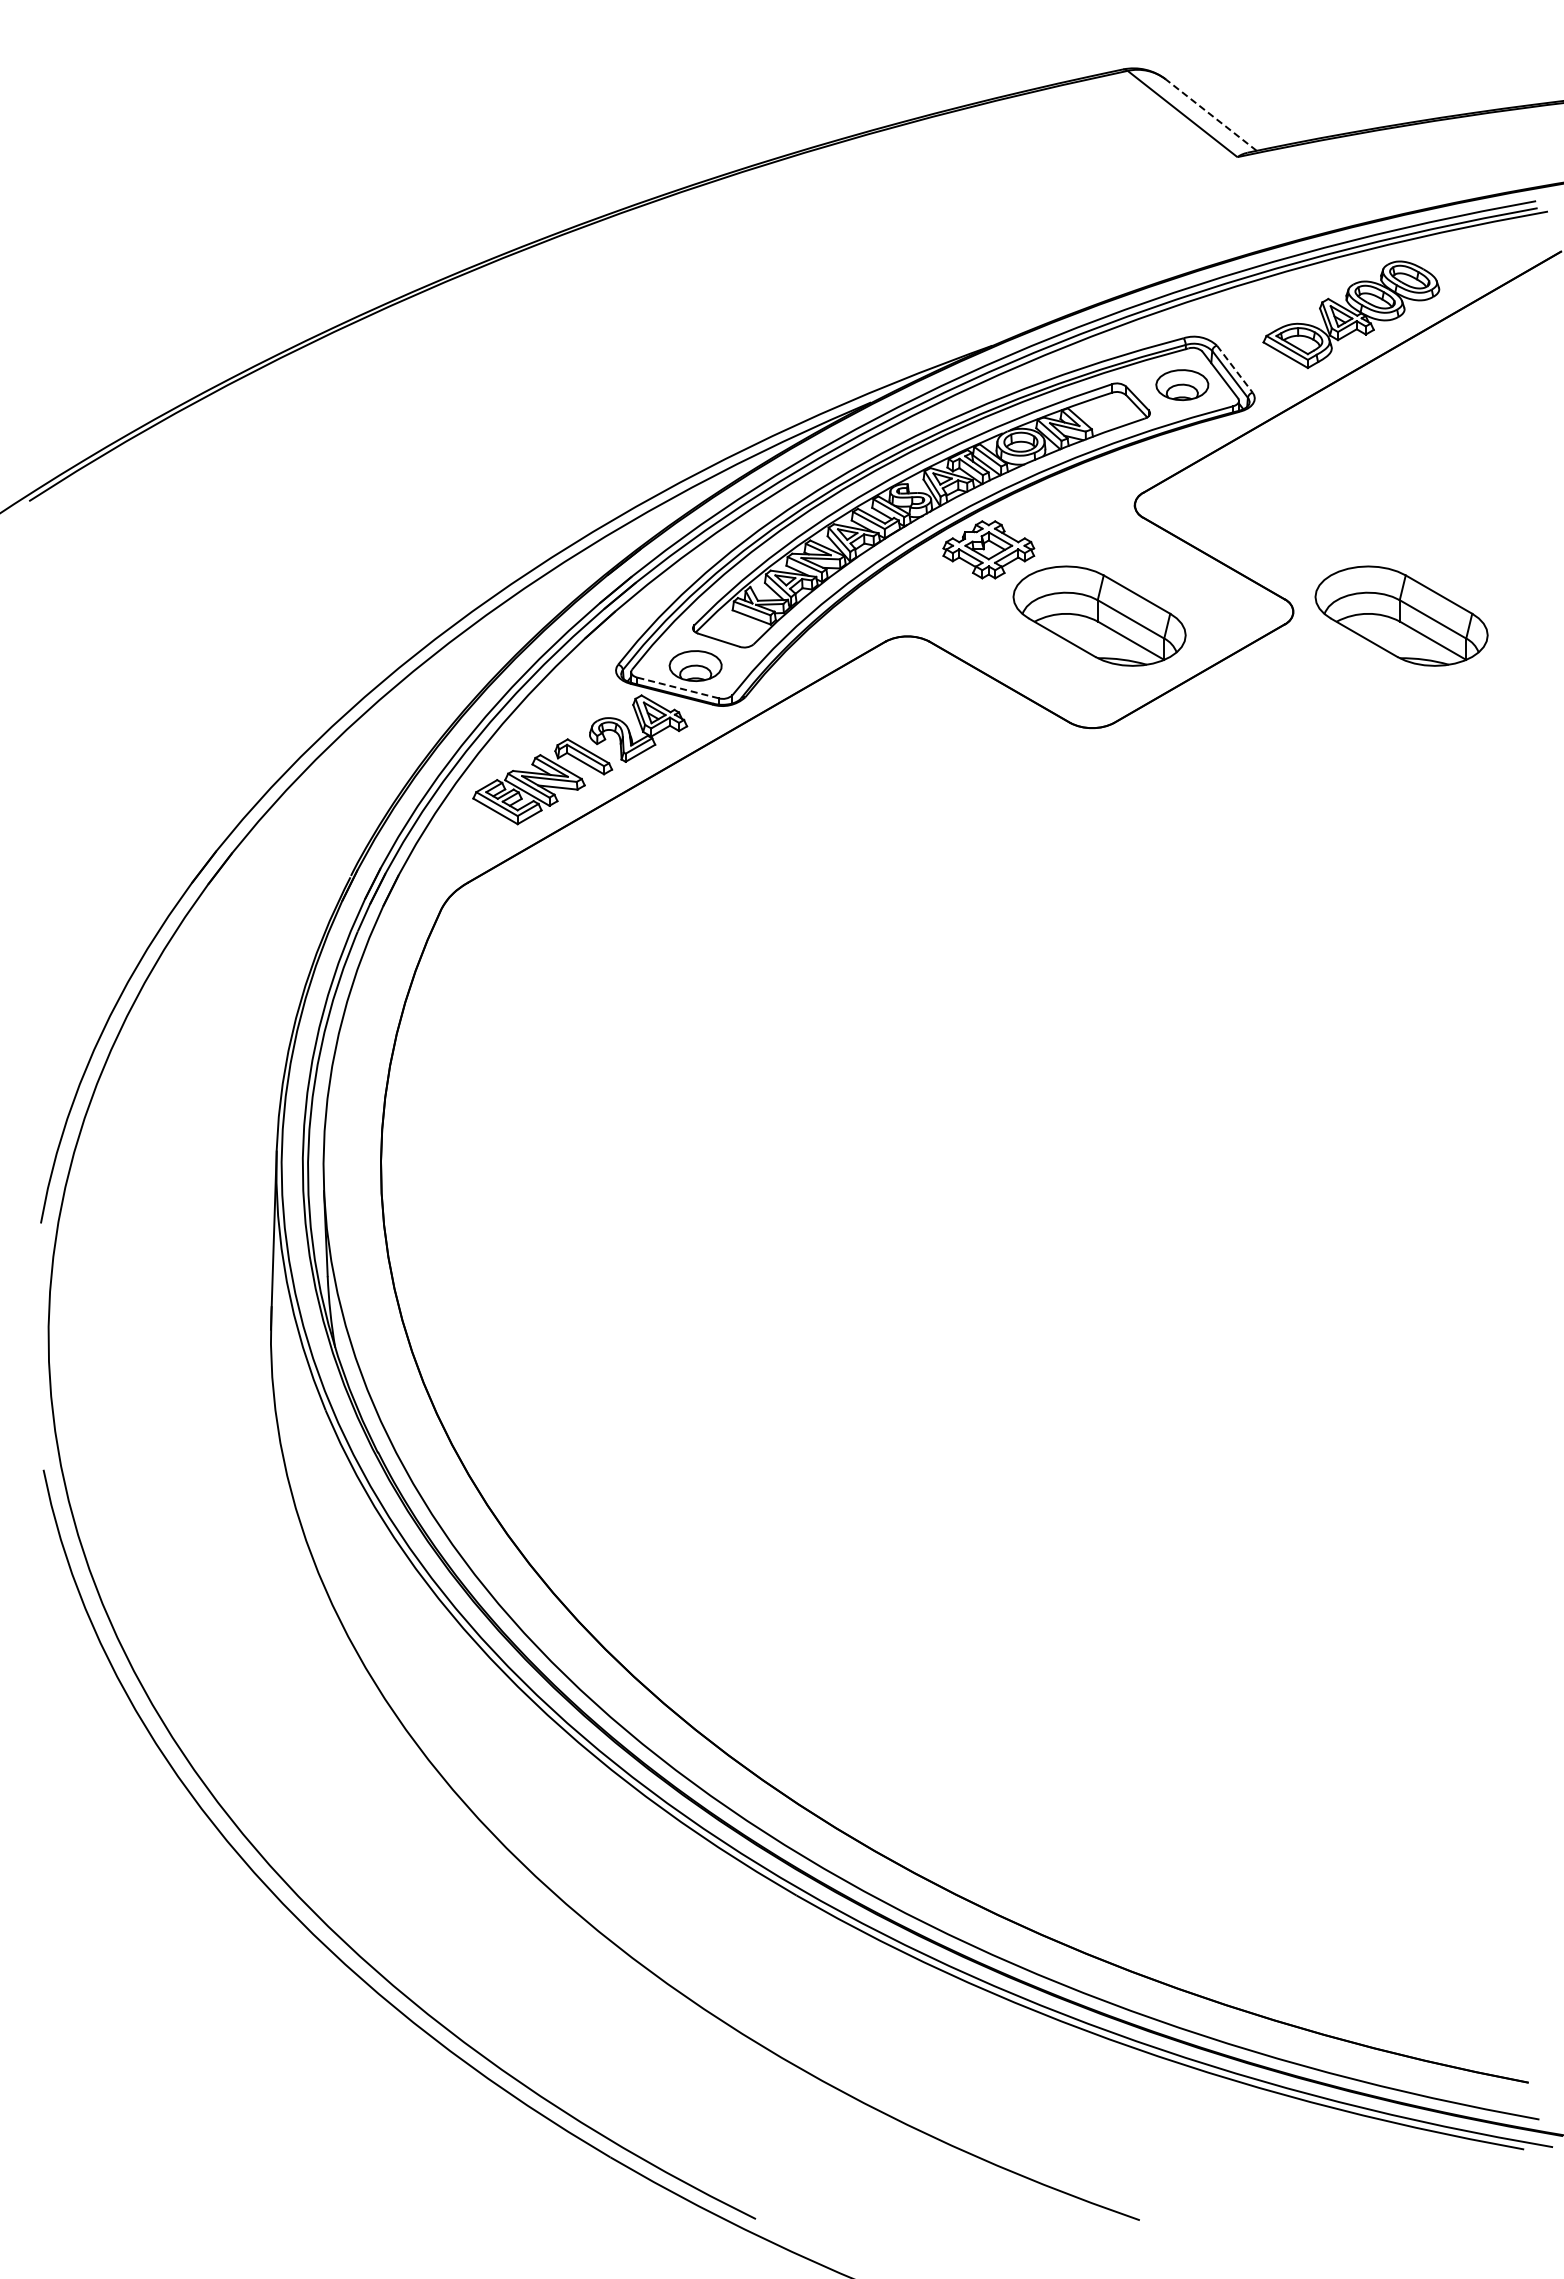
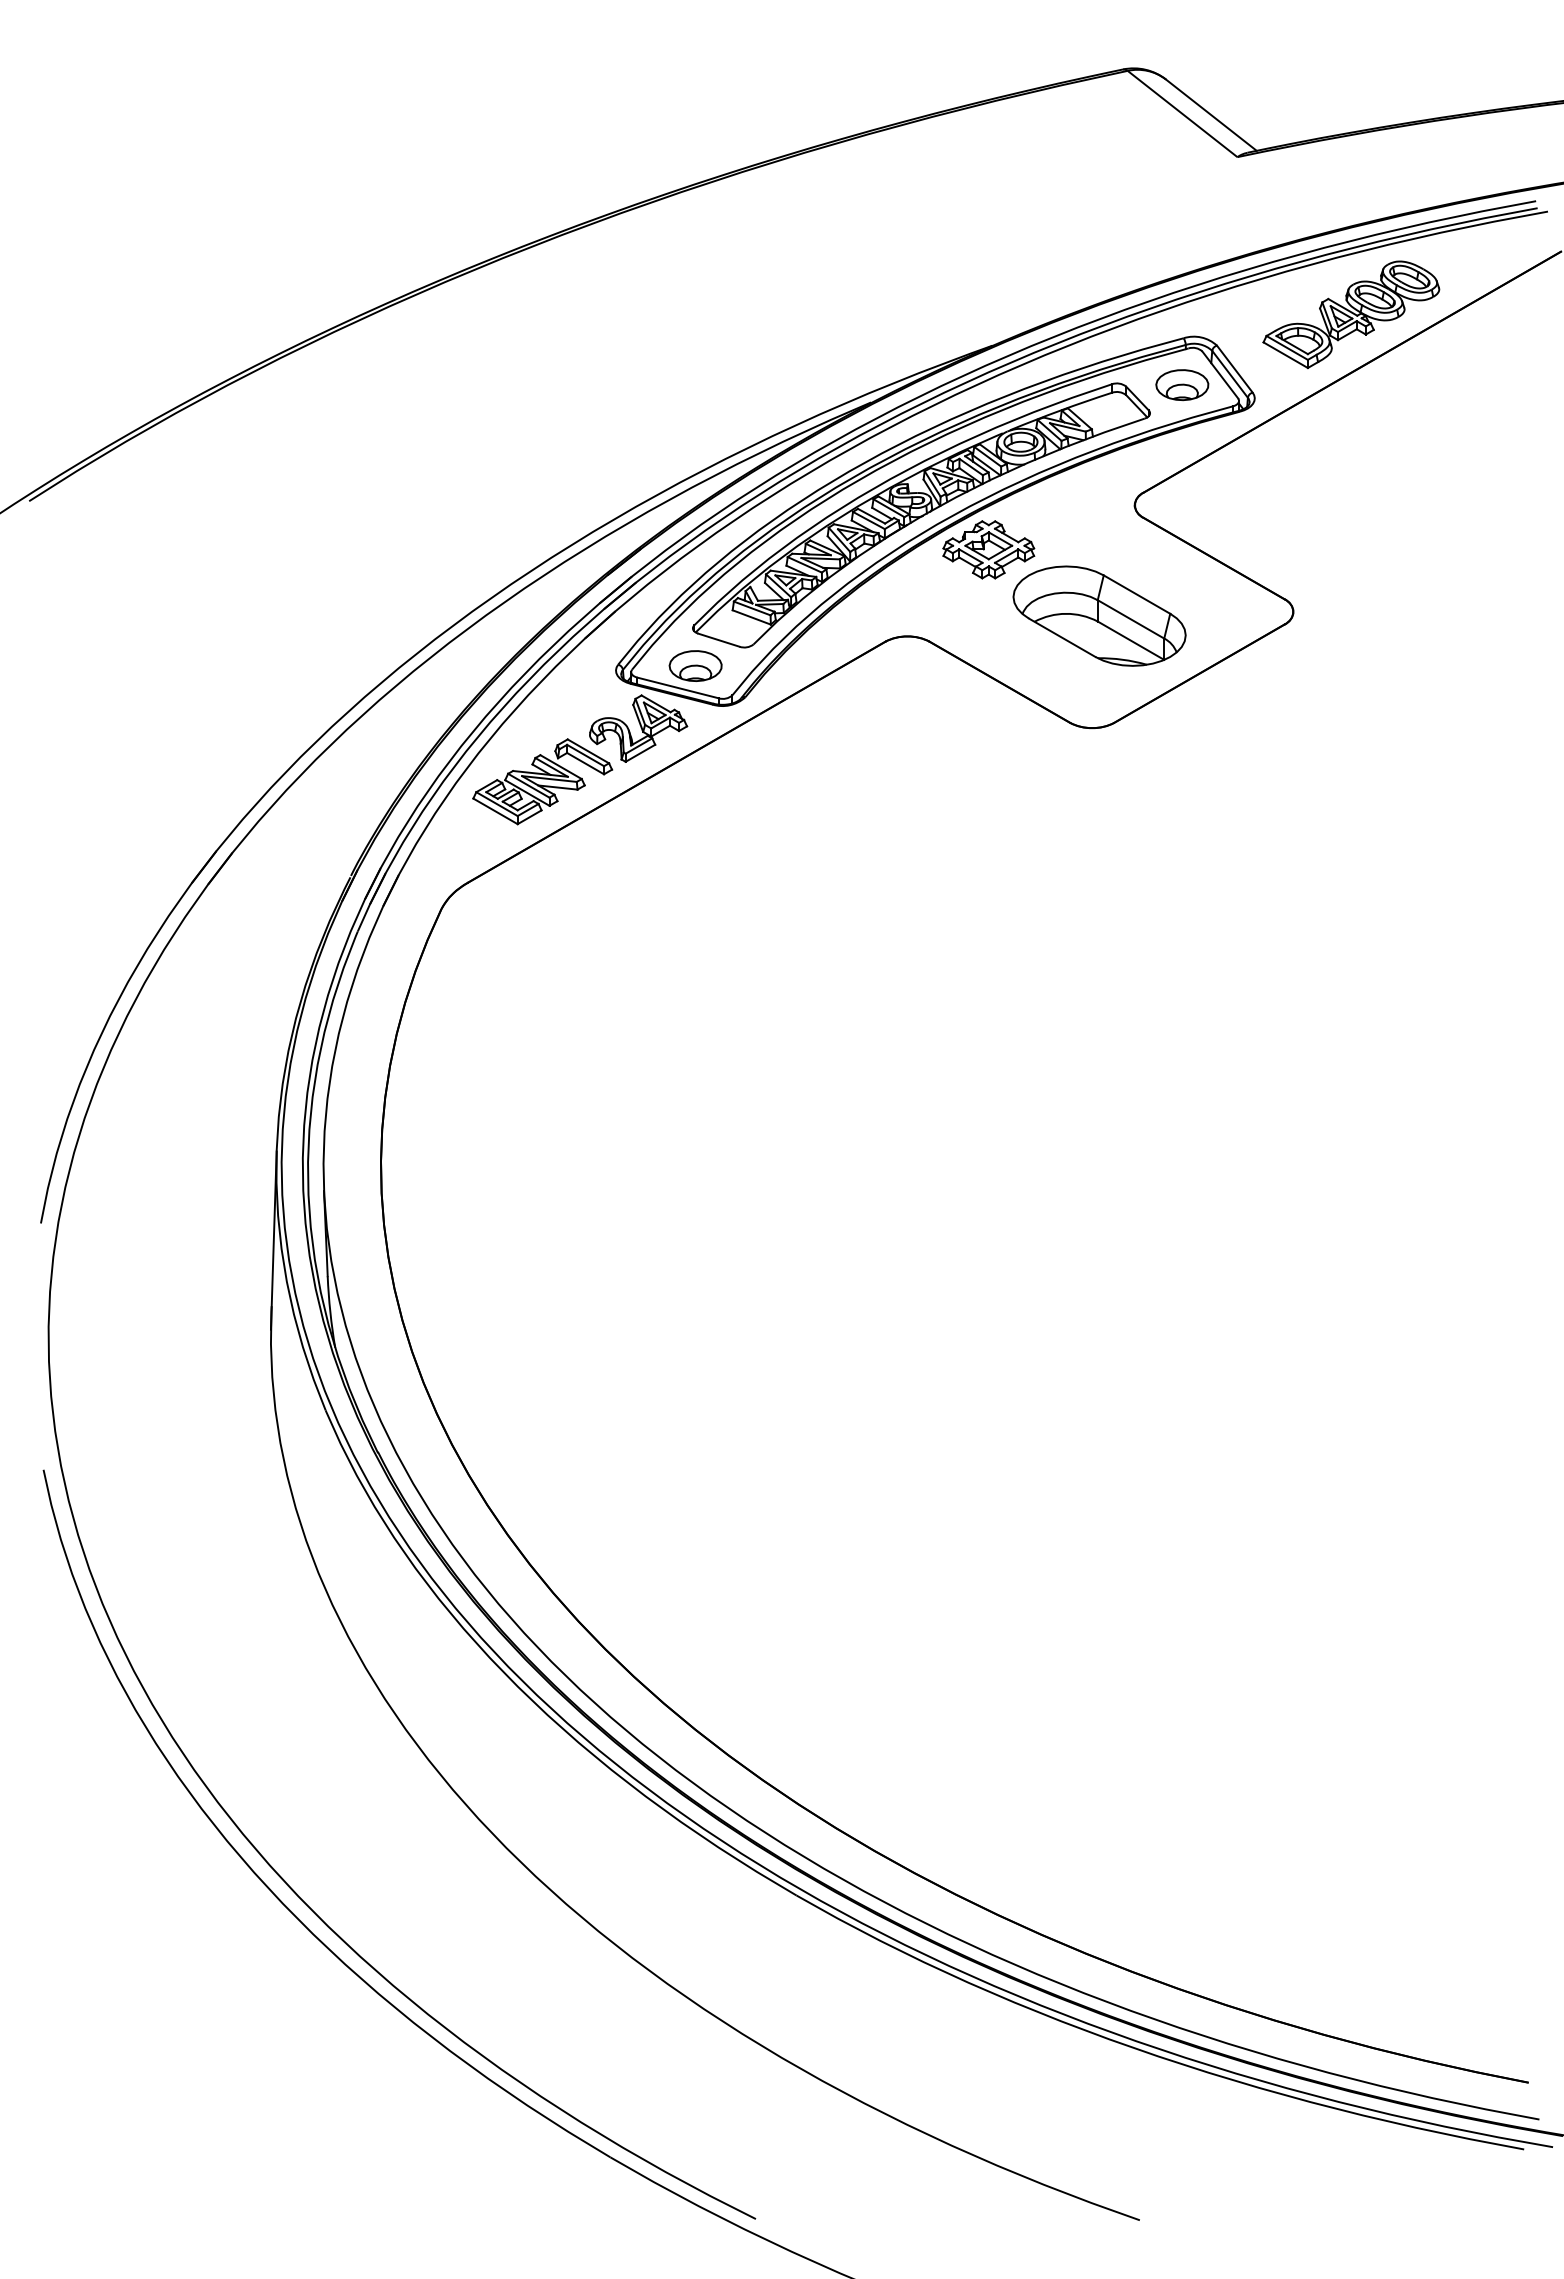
line at (1211, 115): dashed -> solid
line at (1235, 369): dashed -> solid
part at (1401, 615): present -> none
line at (678, 687): dashed -> solid
